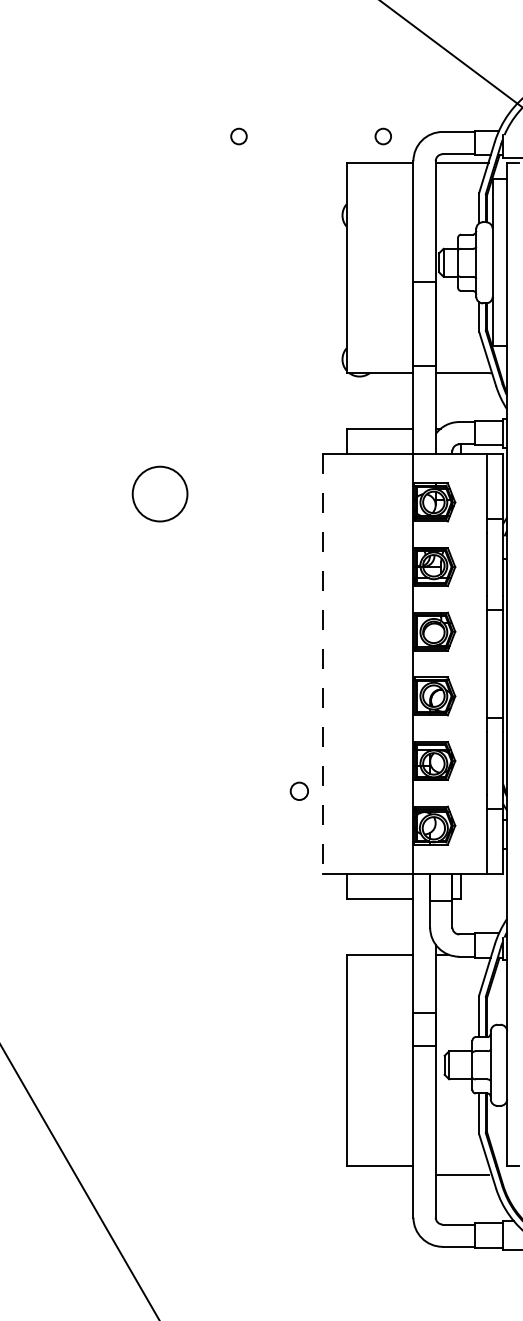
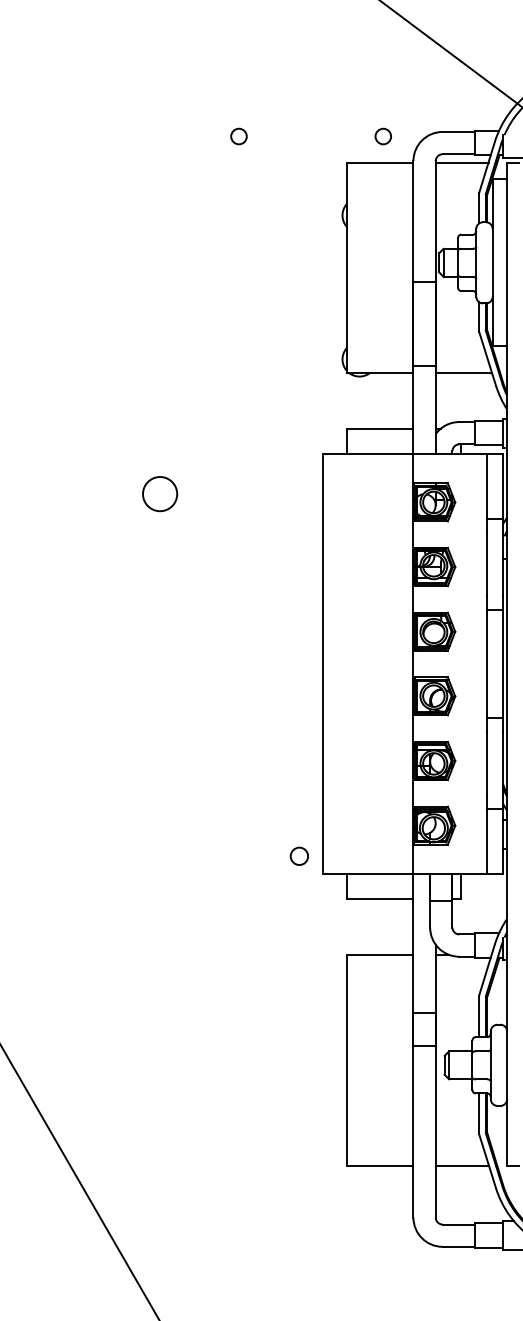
circle at (159, 493) diameter: 55 px -> 34 px
line at (323, 664): dashed -> solid
circle at (298, 790) position: (298, 790) -> (298, 855)
line at (461, 1174) position: (461, 1174) -> (461, 1165)
